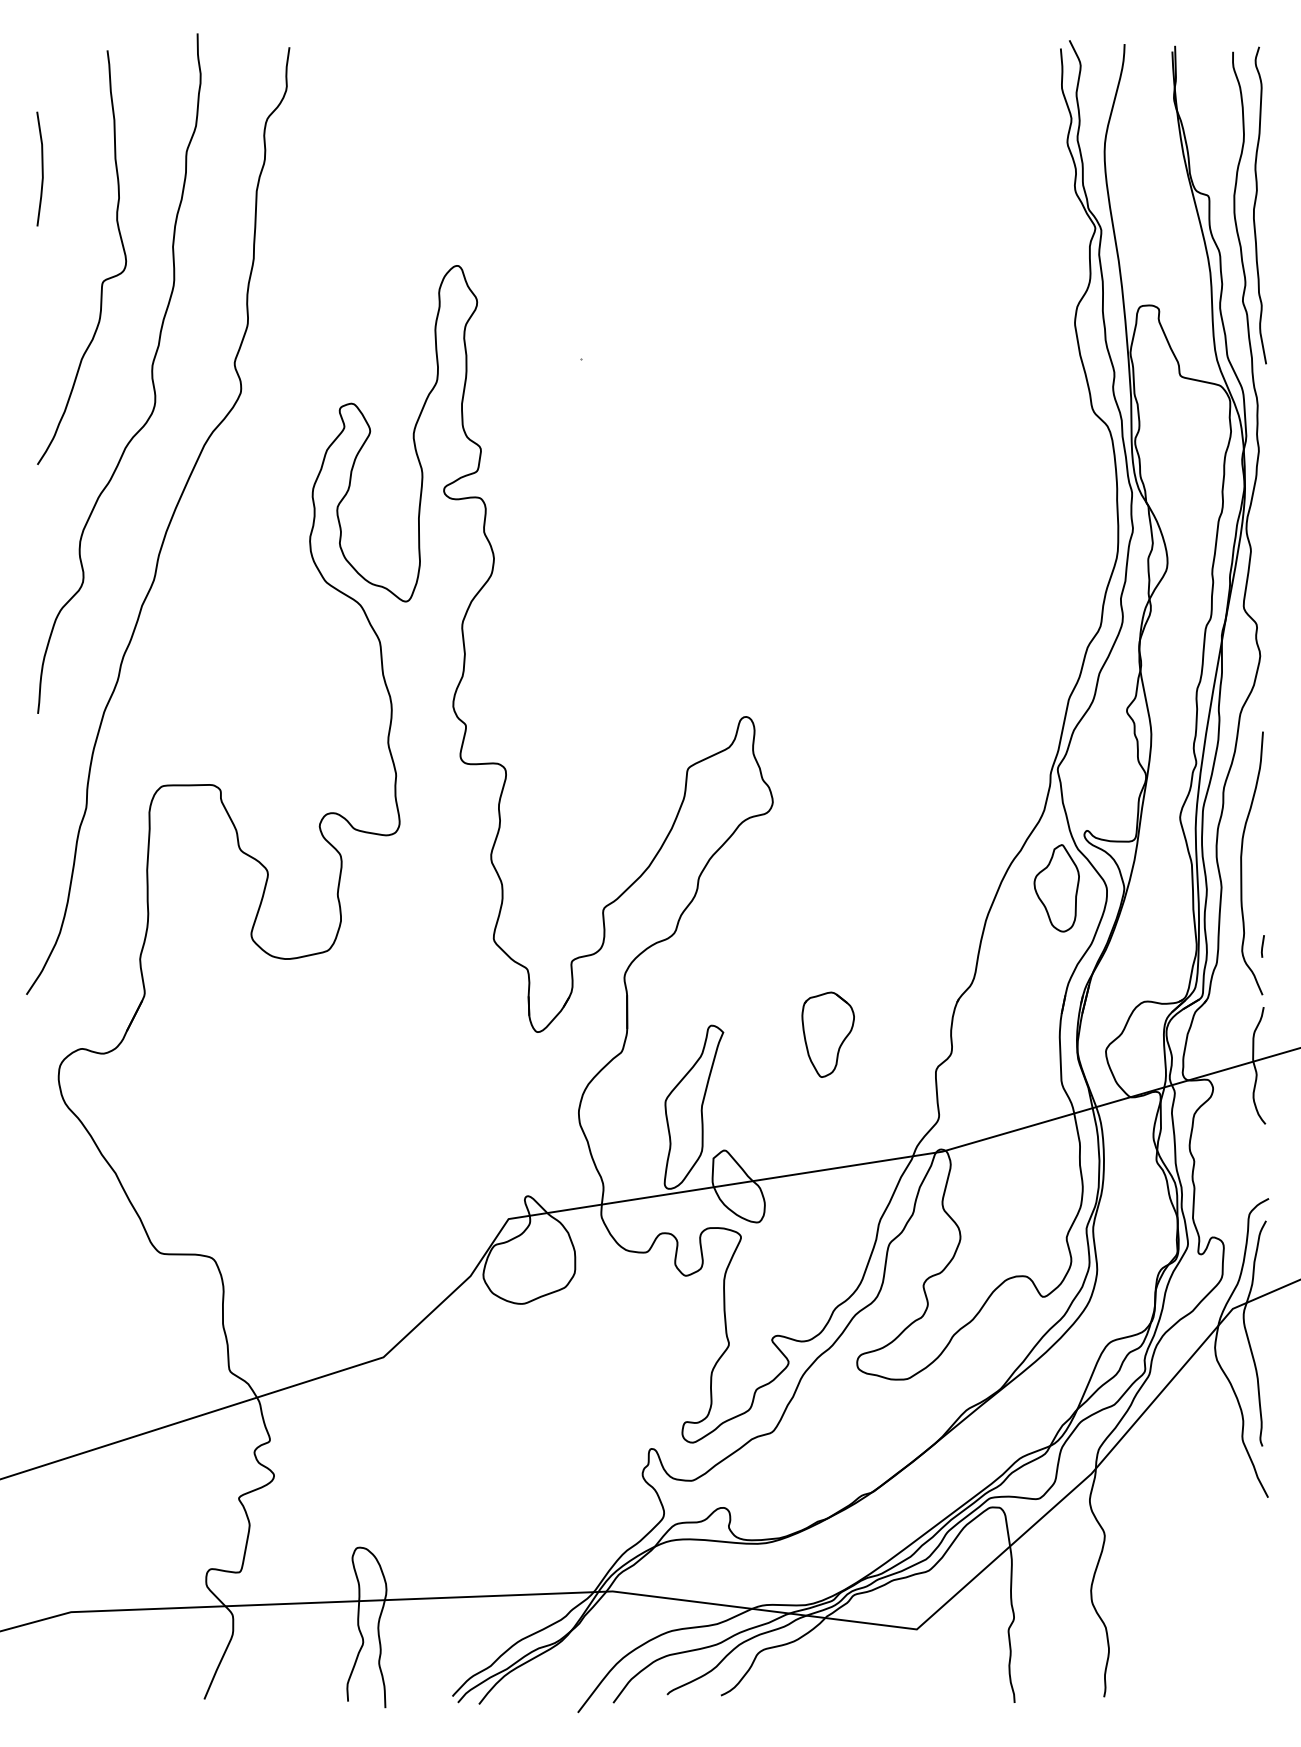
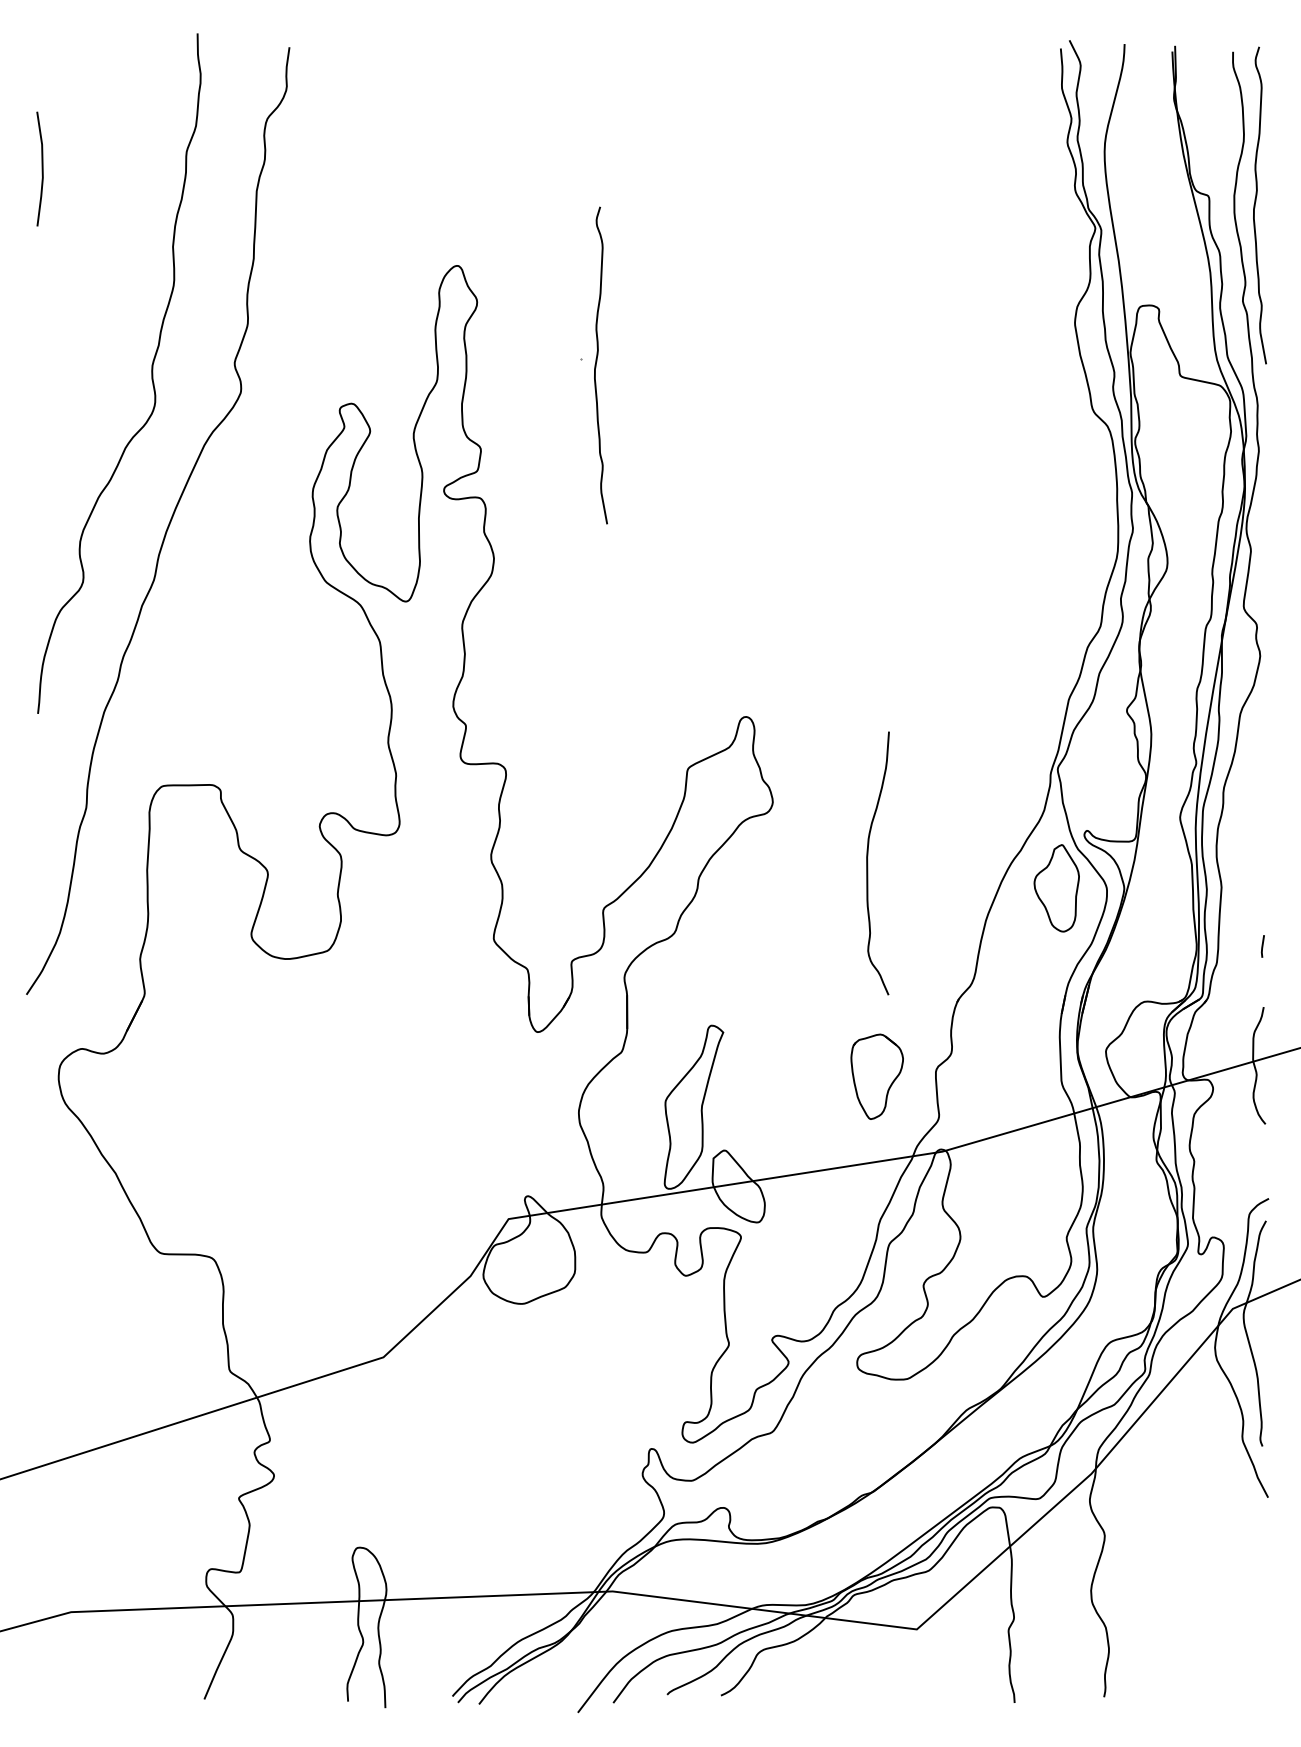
curve at (104, 279): present -> none
curve at (596, 365): none -> present
curve at (1242, 863) position: (1242, 863) -> (868, 863)
part at (827, 1034) position: (827, 1034) -> (876, 1076)
